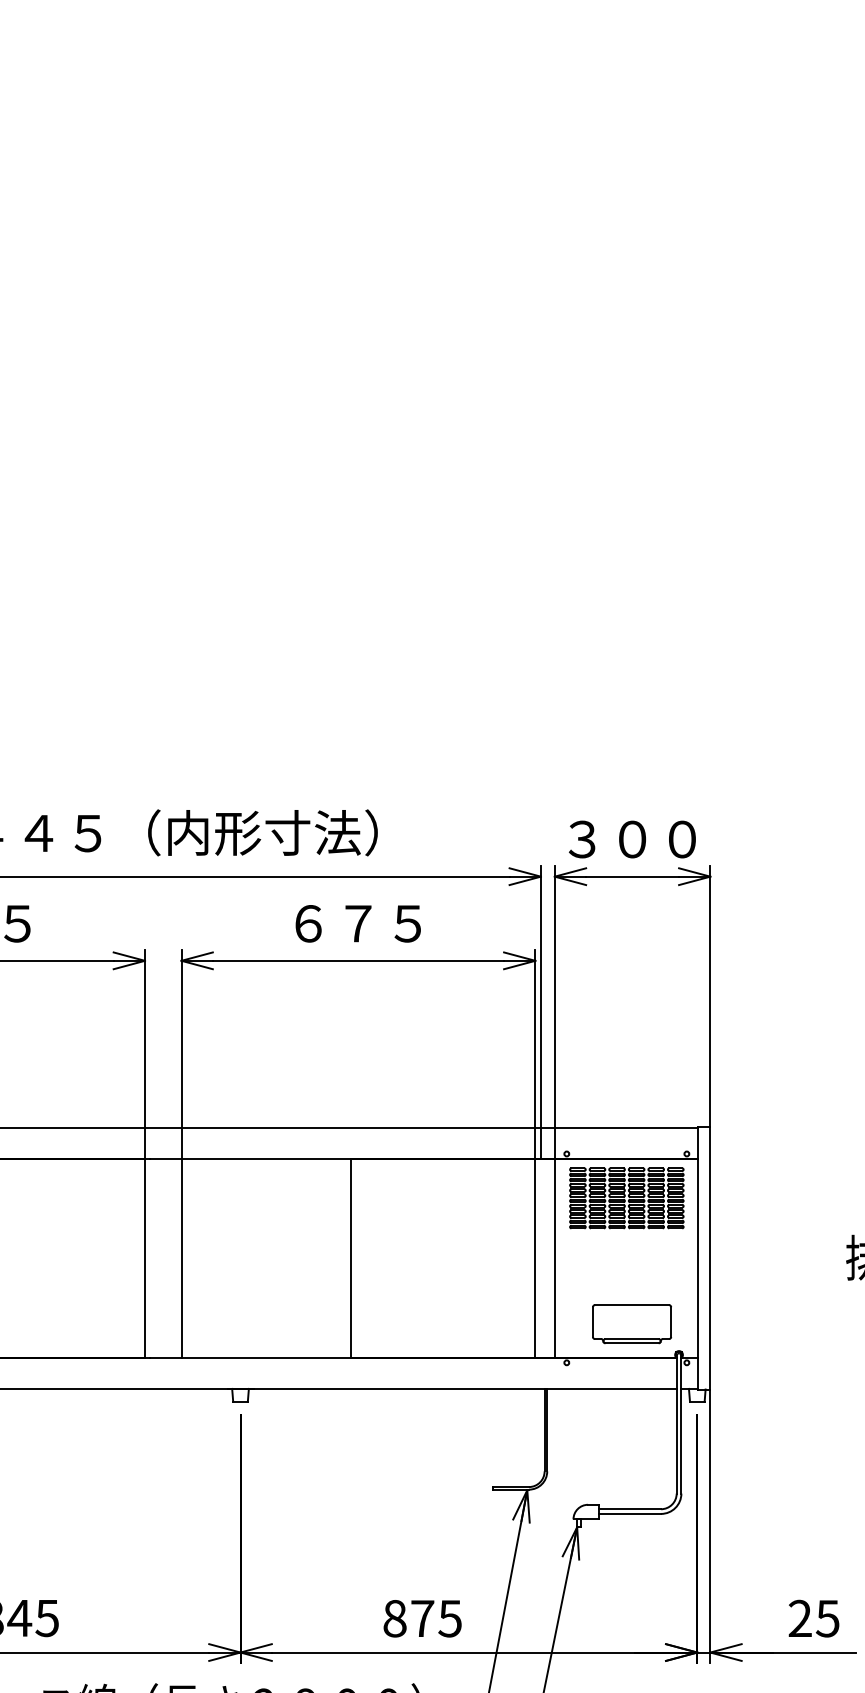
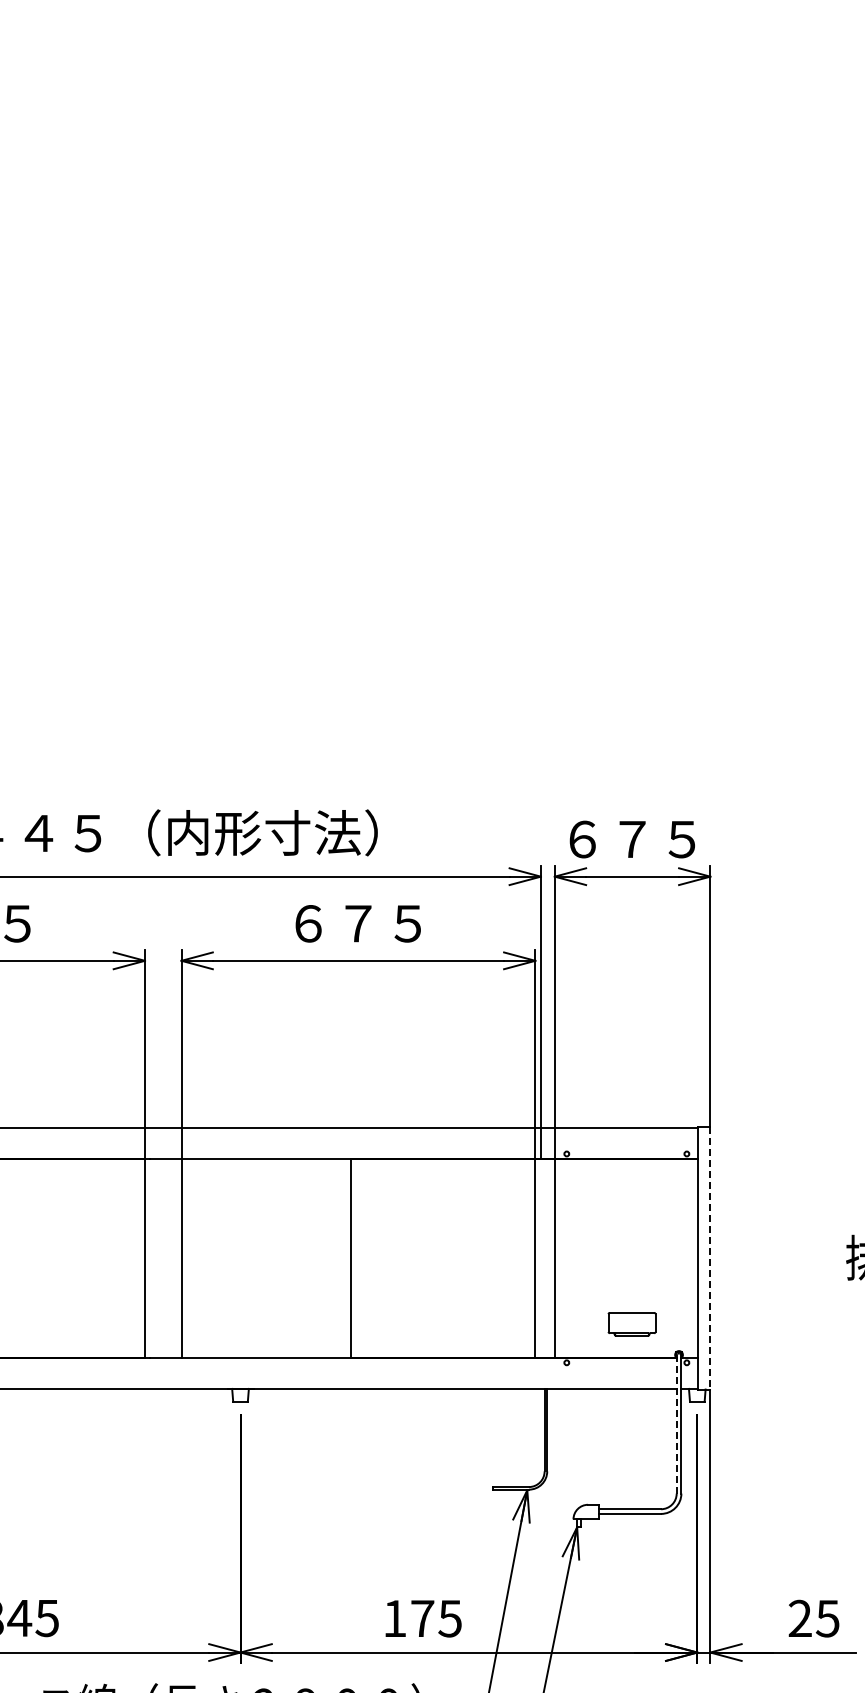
text at (631, 839): ３００ -> ６７５
part at (626, 1198): present -> none
line at (710, 1258): solid -> dashed
part at (631, 1324) size: 80x41 px -> 50x25 px
line at (676, 1424): solid -> dashed
text at (394, 1618): 875 -> 175
